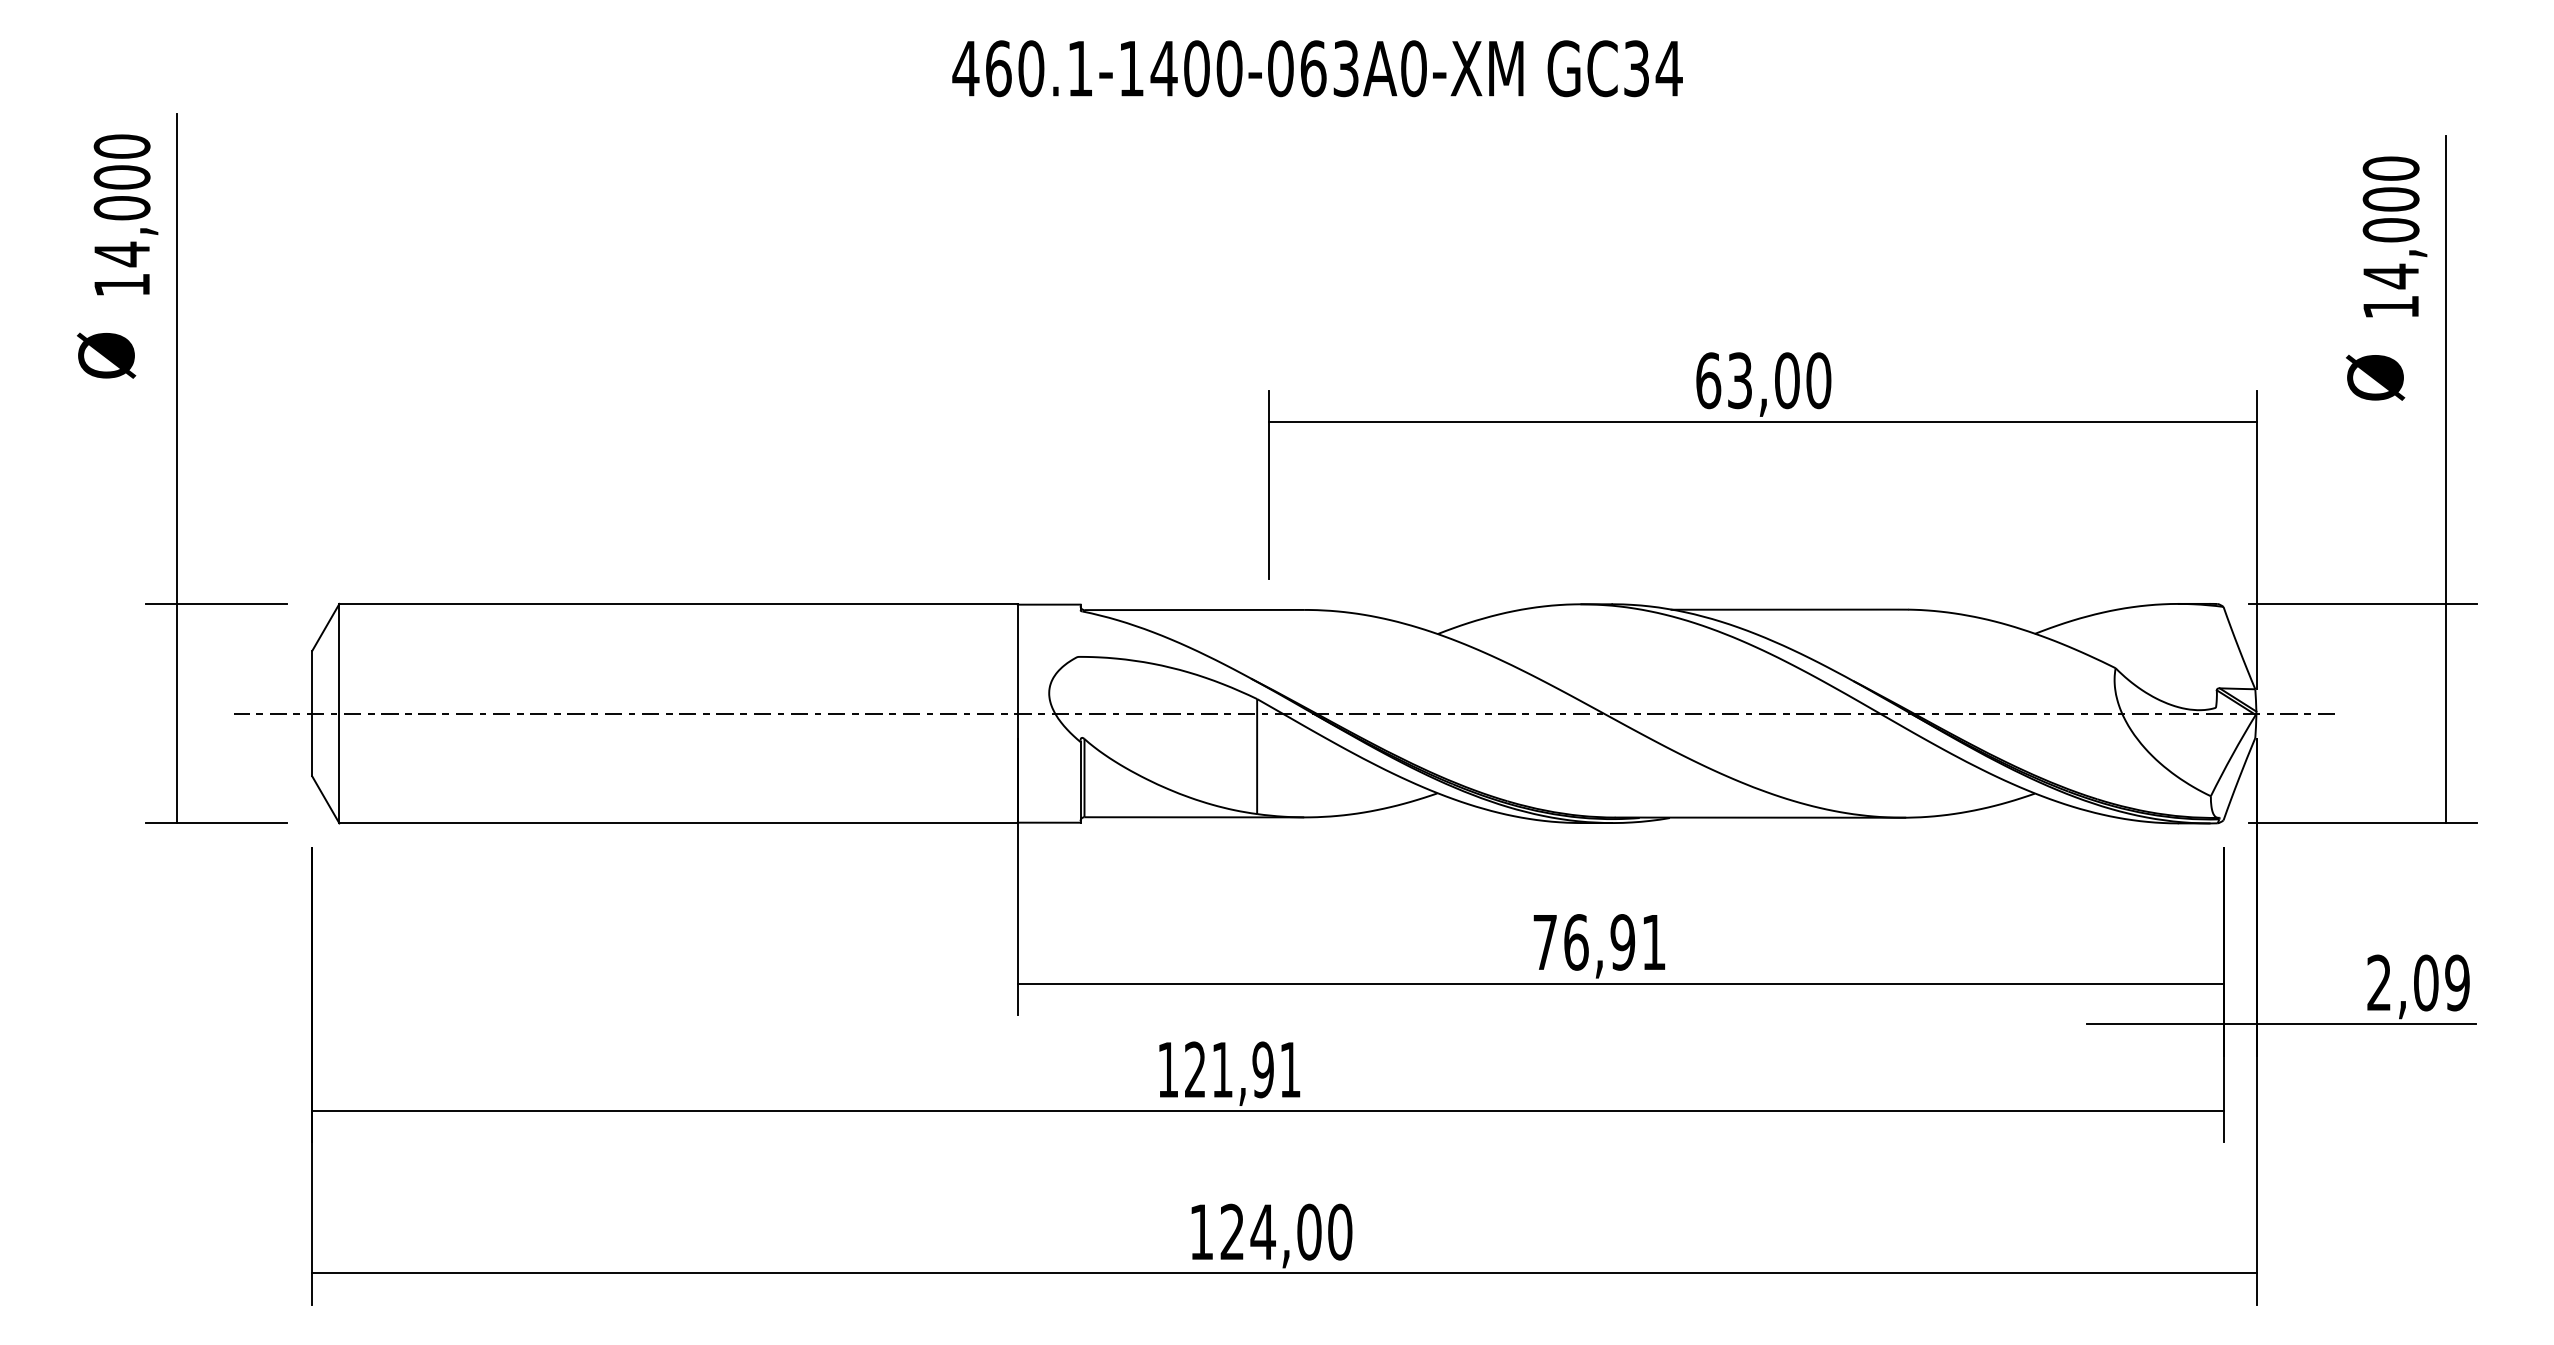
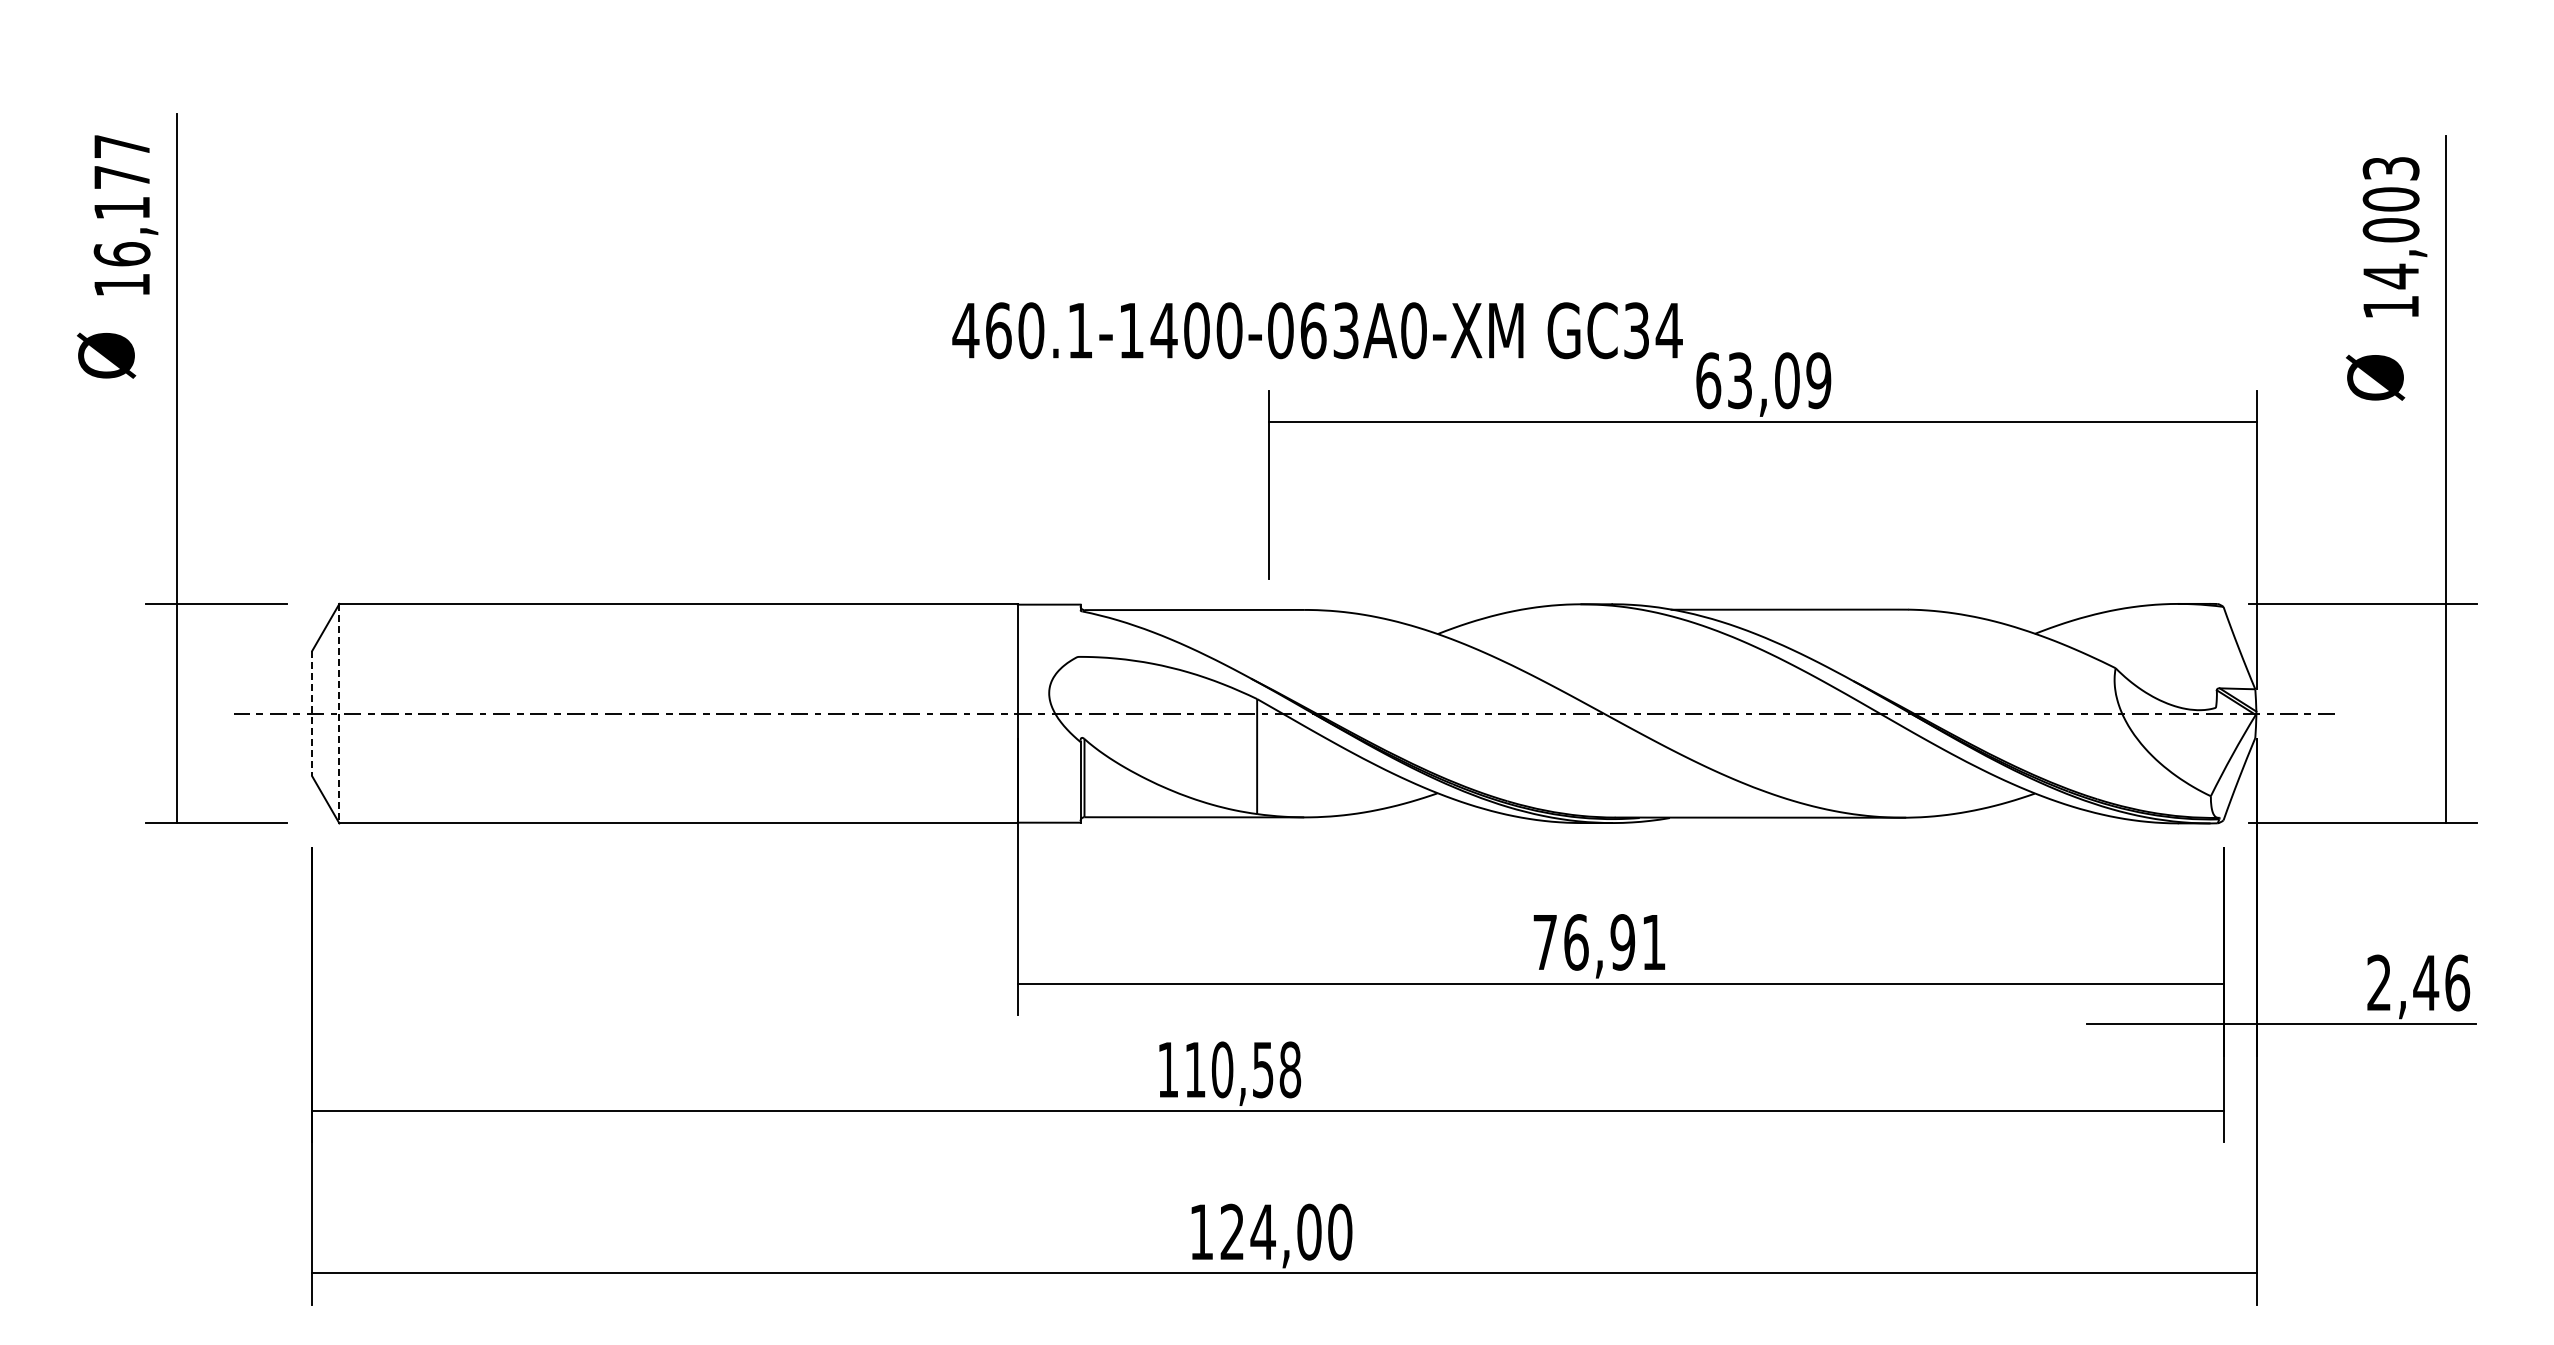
text at (1317, 68) position: (1317, 68) -> (1317, 330)
text at (2390, 168): 14,000 -> 14,003
text at (121, 200): 14,000 -> 16,177
text at (1818, 380): 63,00 -> 63,09
line at (312, 713): solid -> dashed
line at (339, 713): solid -> dashed
text at (2441, 982): 2,09 -> 2,46
text at (1243, 1069): 121,91 -> 110,58
